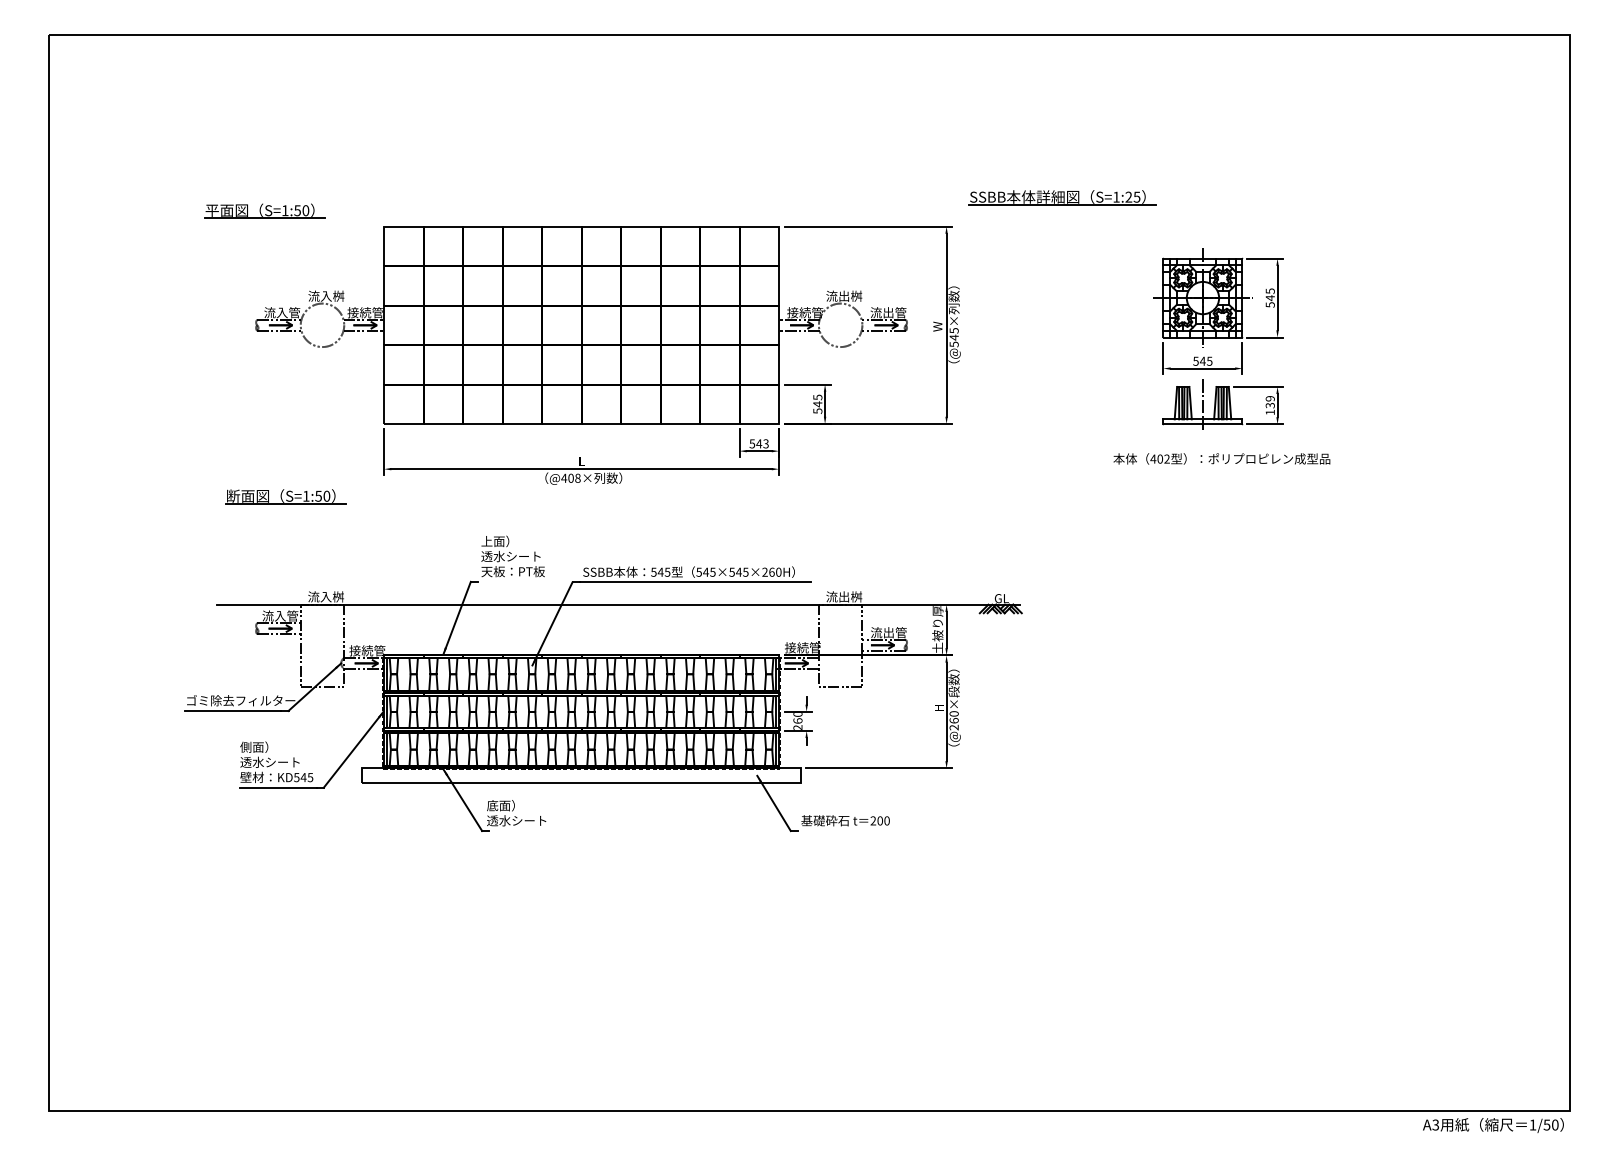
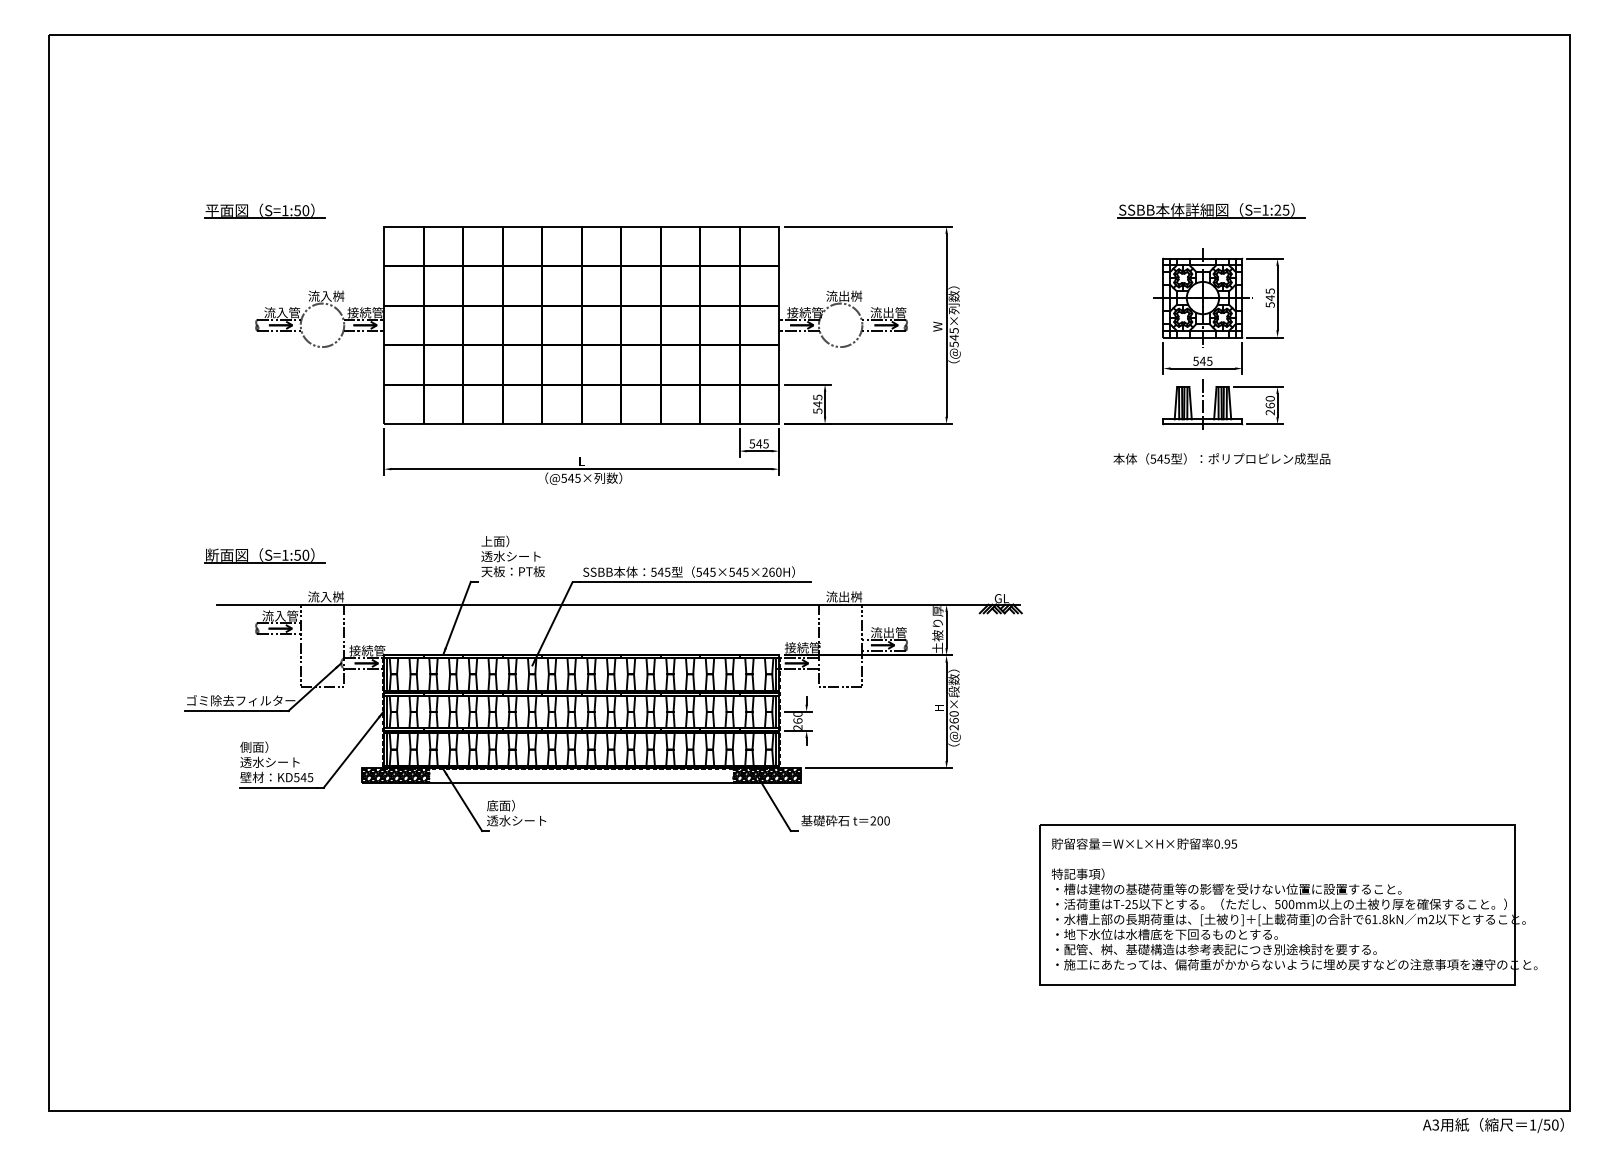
part at (1062, 197) position: (1062, 197) -> (1211, 210)
text at (1269, 405): 139 -> 260
text at (765, 443): 543 -> 545
text at (1159, 458): 402 -> 545
text at (570, 477): @408× -> @545×
part at (285, 496) position: (285, 496) -> (264, 555)
hatch at (396, 775): none -> present
hatch at (766, 775): none -> present
part at (1288, 904): none -> present
